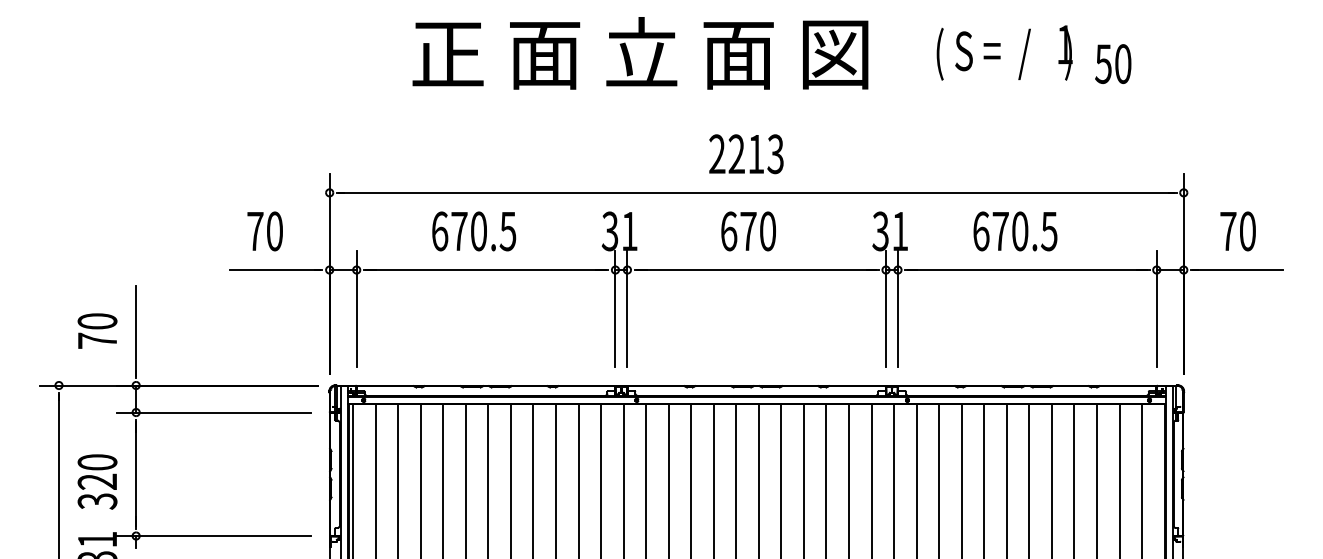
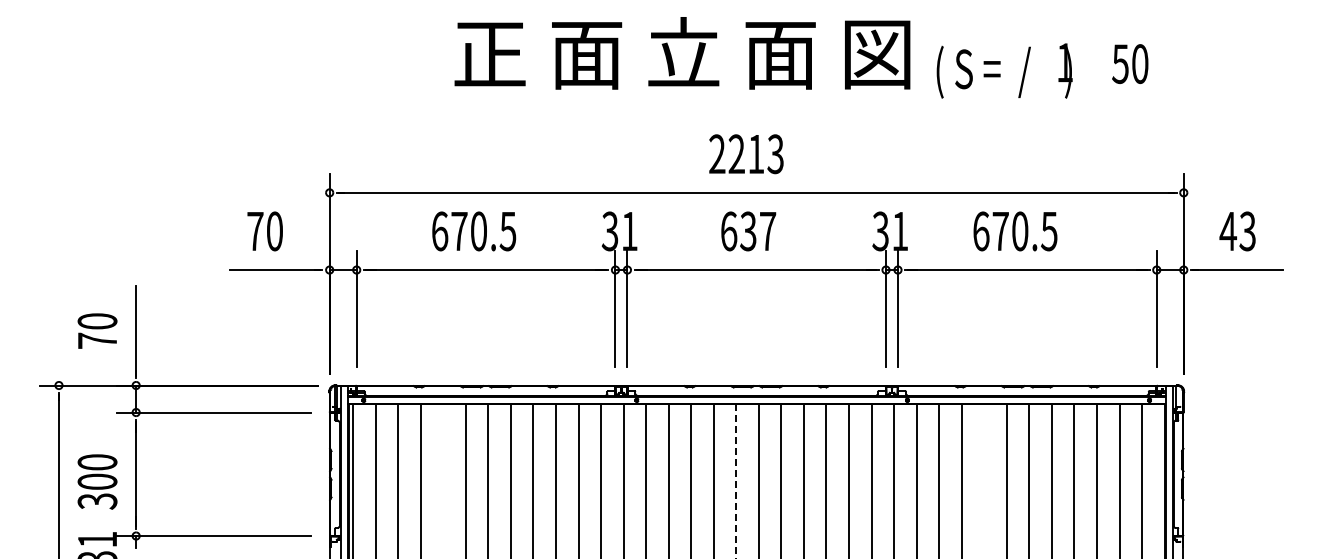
text at (1004, 52) position: (1004, 52) -> (1004, 70)
text at (640, 53) position: (640, 53) -> (682, 53)
text at (1113, 63) position: (1113, 63) -> (1130, 63)
text at (758, 231): 670 -> 637
text at (1237, 231): 70 -> 43
line at (443, 479): present -> none
line at (984, 479): present -> none
text at (97, 481): 320 -> 300
line at (736, 481): solid -> dashed
